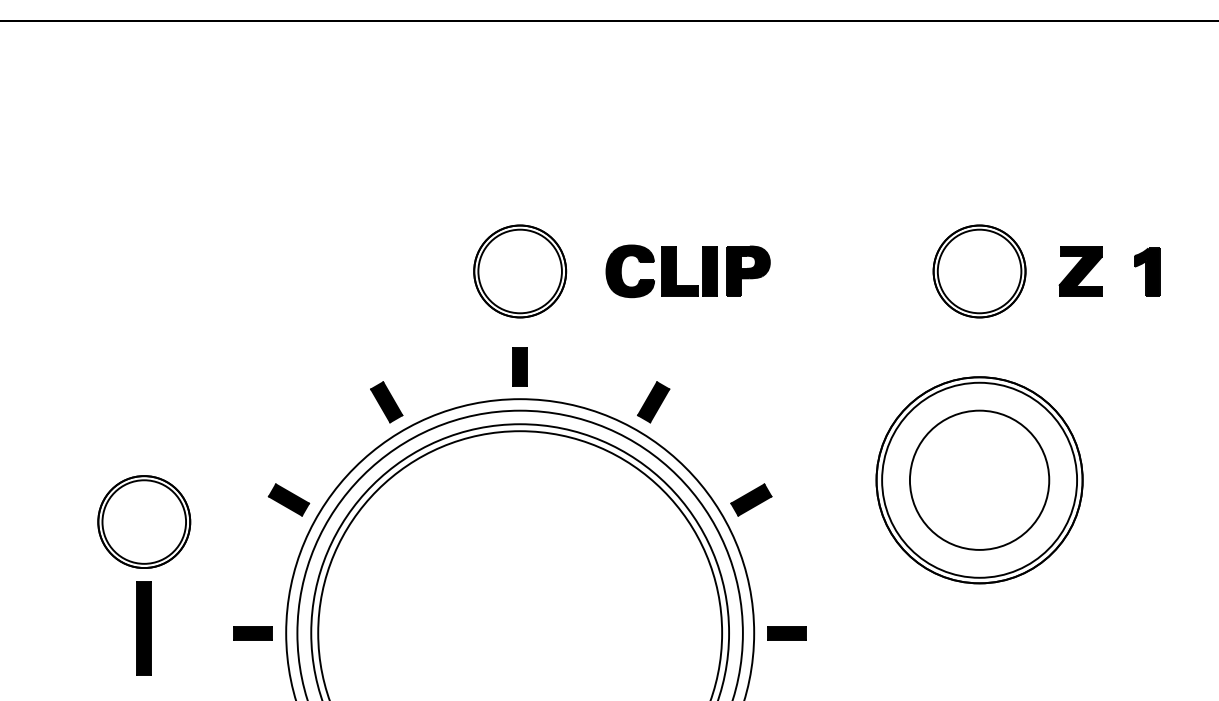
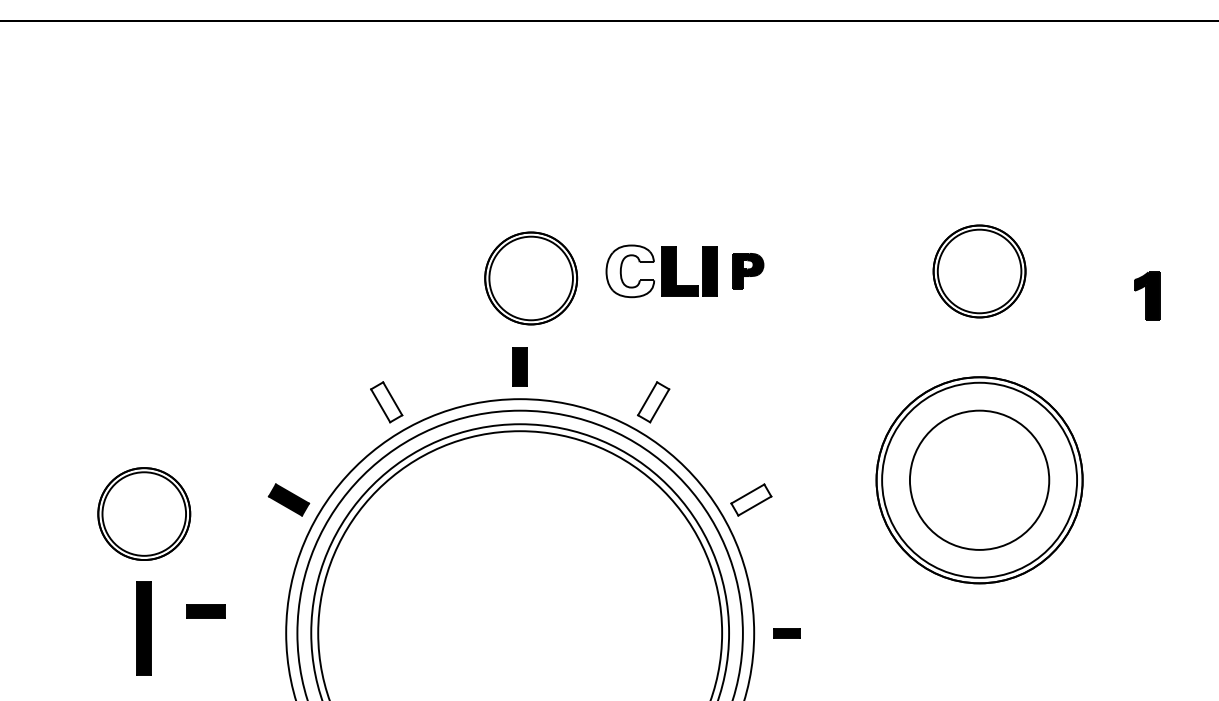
part at (748, 270) size: 45x52 px -> 33x37 px
part at (520, 271) position: (520, 271) -> (531, 278)
fill at (630, 271): present -> none
part at (1080, 271): present -> none
part at (1147, 271) position: (1147, 271) -> (1147, 295)
fill at (386, 402): present -> none
fill at (653, 402): present -> none
fill at (751, 499): present -> none
part at (144, 521) position: (144, 521) -> (144, 513)
part at (252, 633) position: (252, 633) -> (205, 611)
part at (786, 633) size: 40x15 px -> 28x11 px
